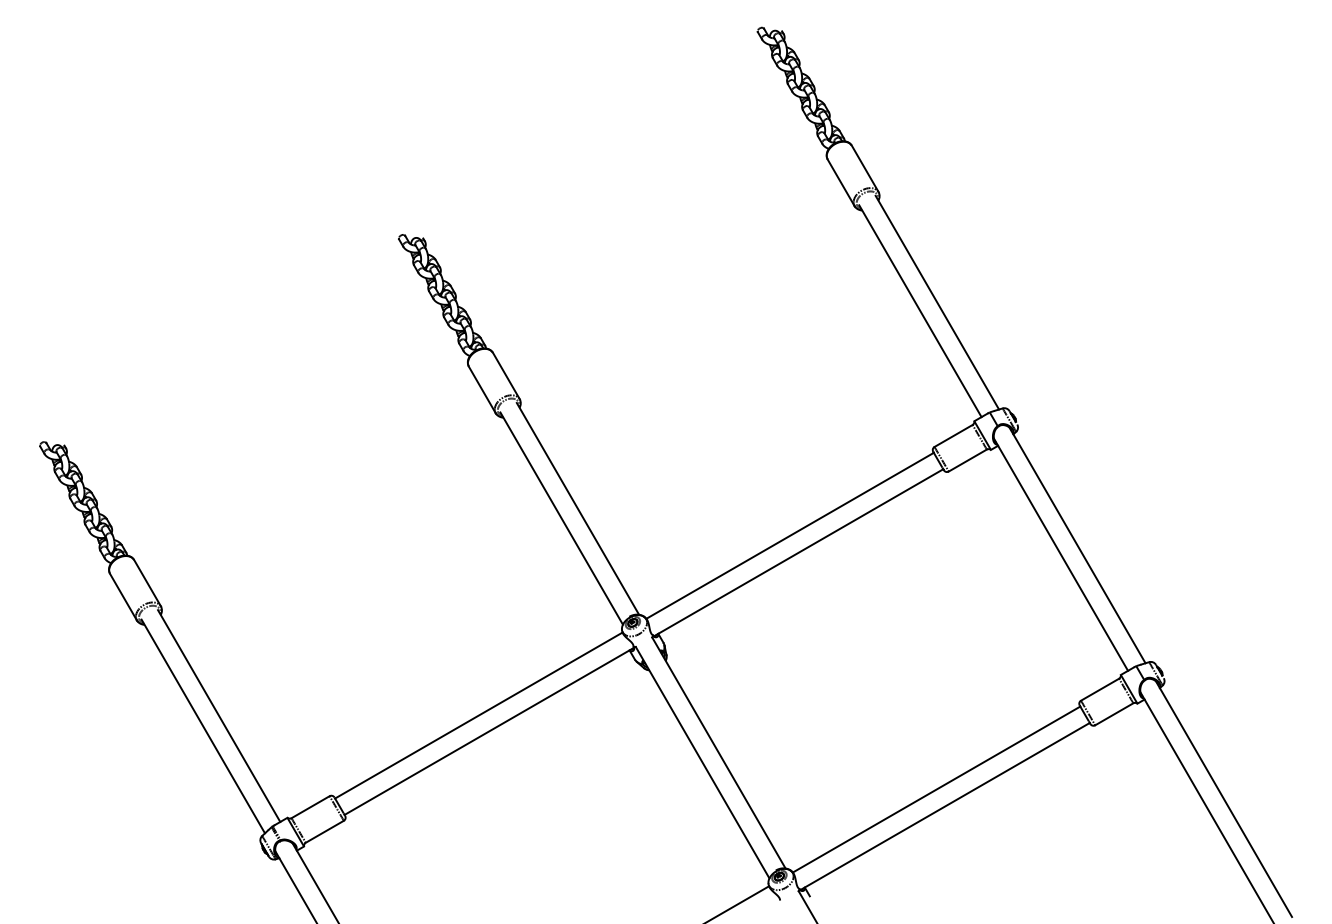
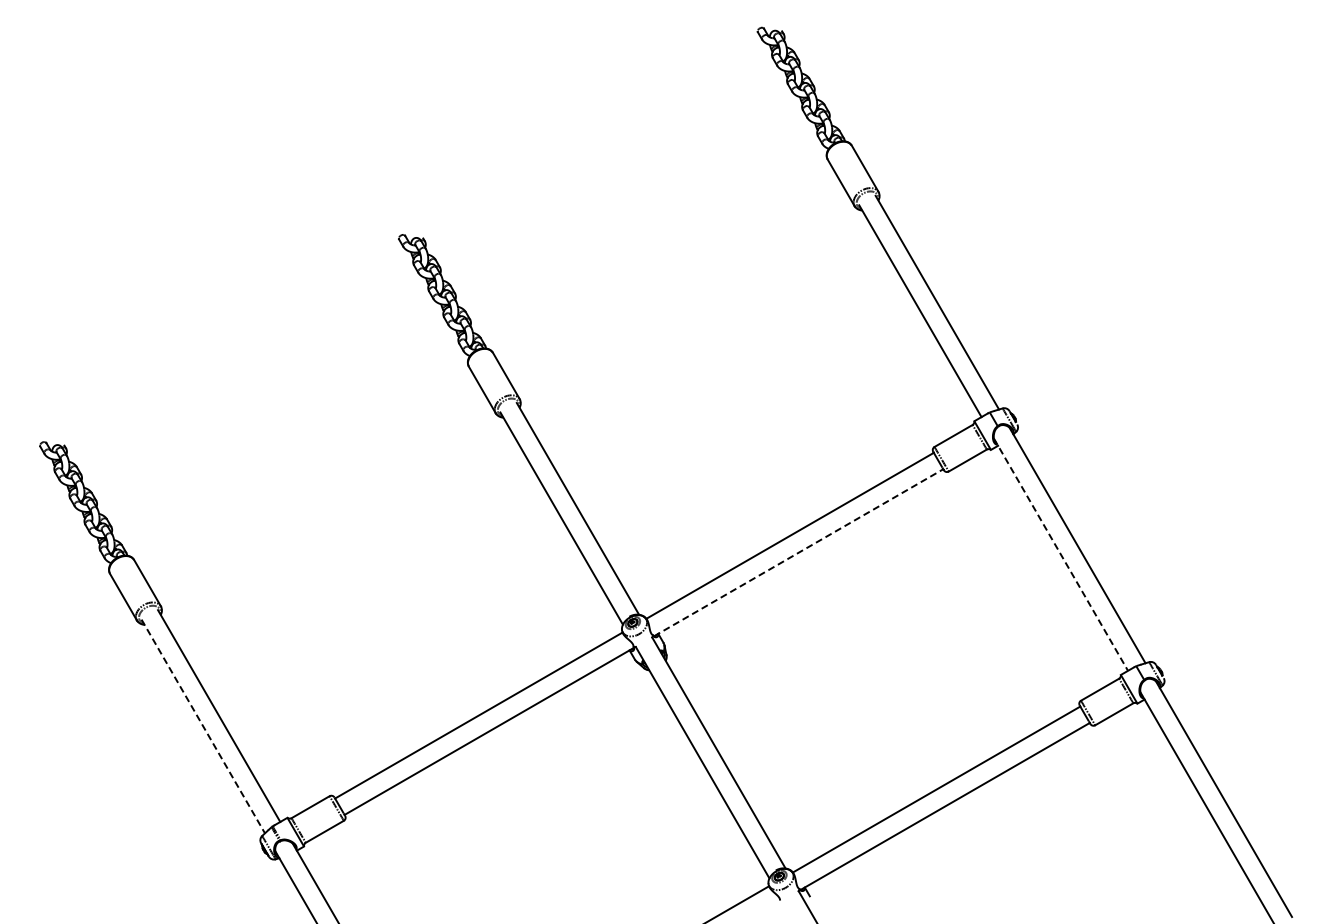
line at (799, 552): solid -> dashed
line at (1061, 555): solid -> dashed
line at (203, 726): solid -> dashed
